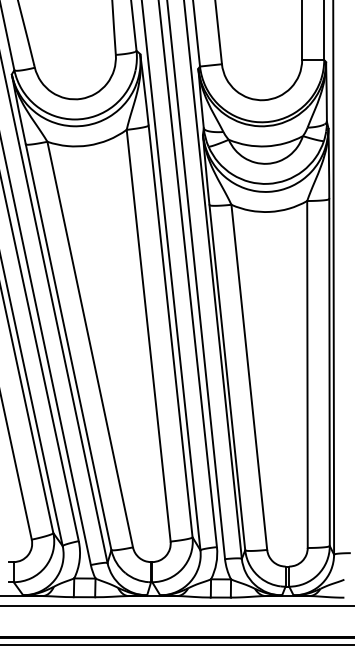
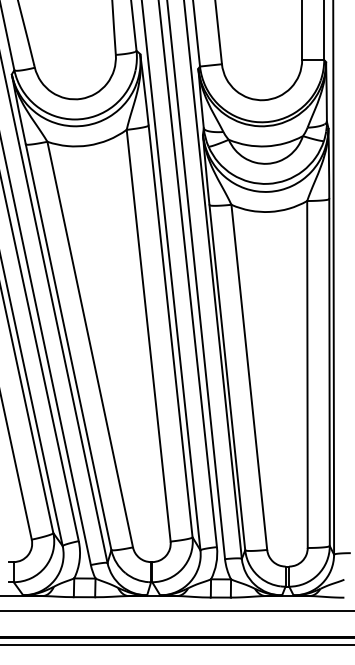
line at (176, 606) position: (176, 606) -> (176, 611)
